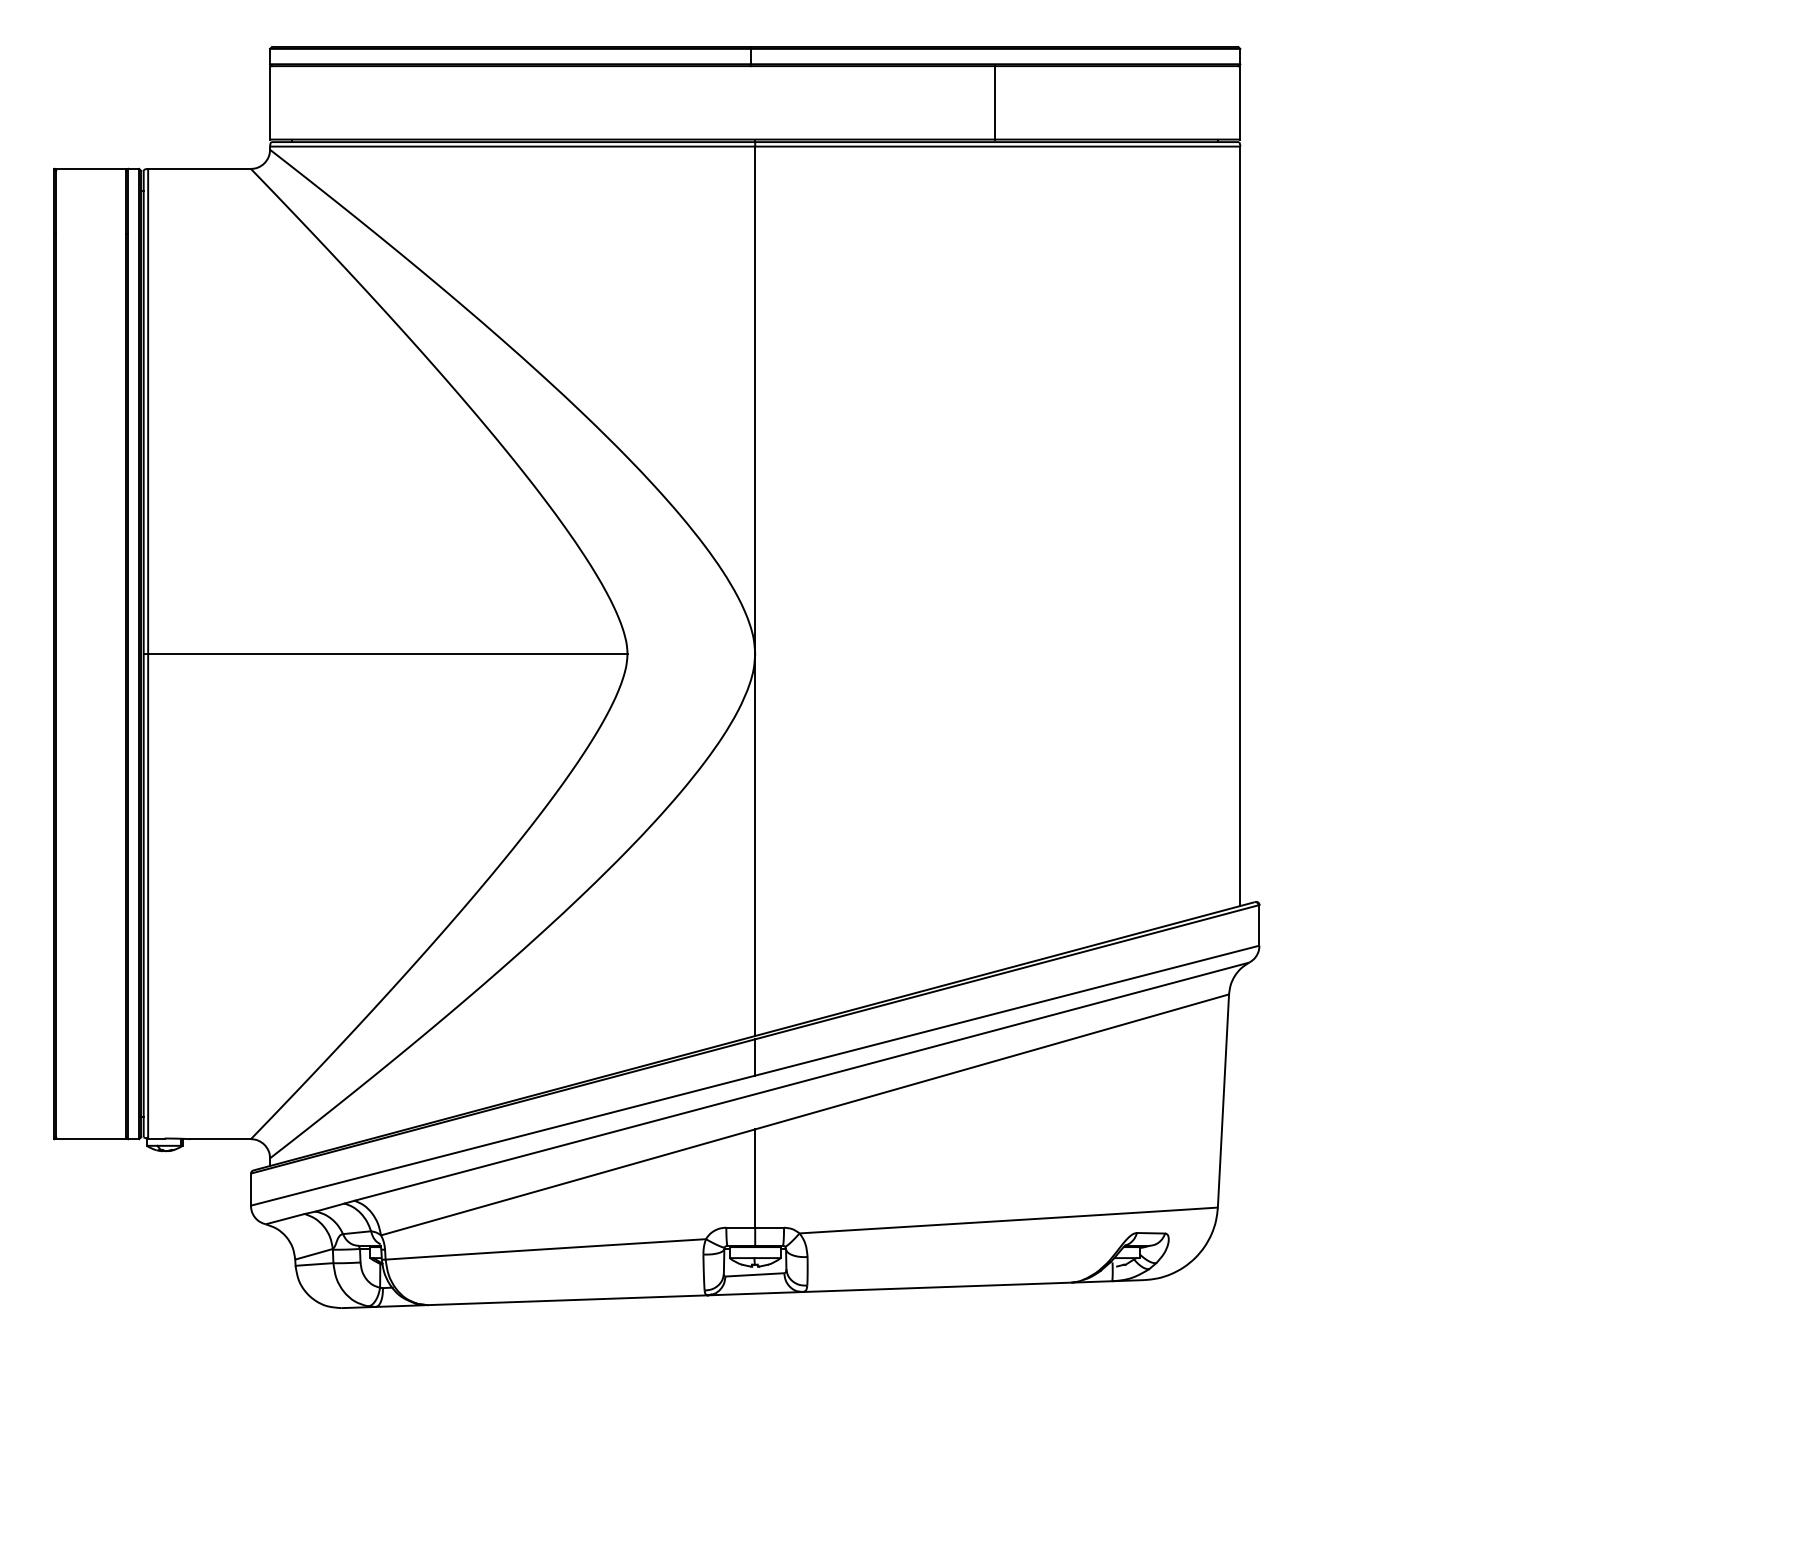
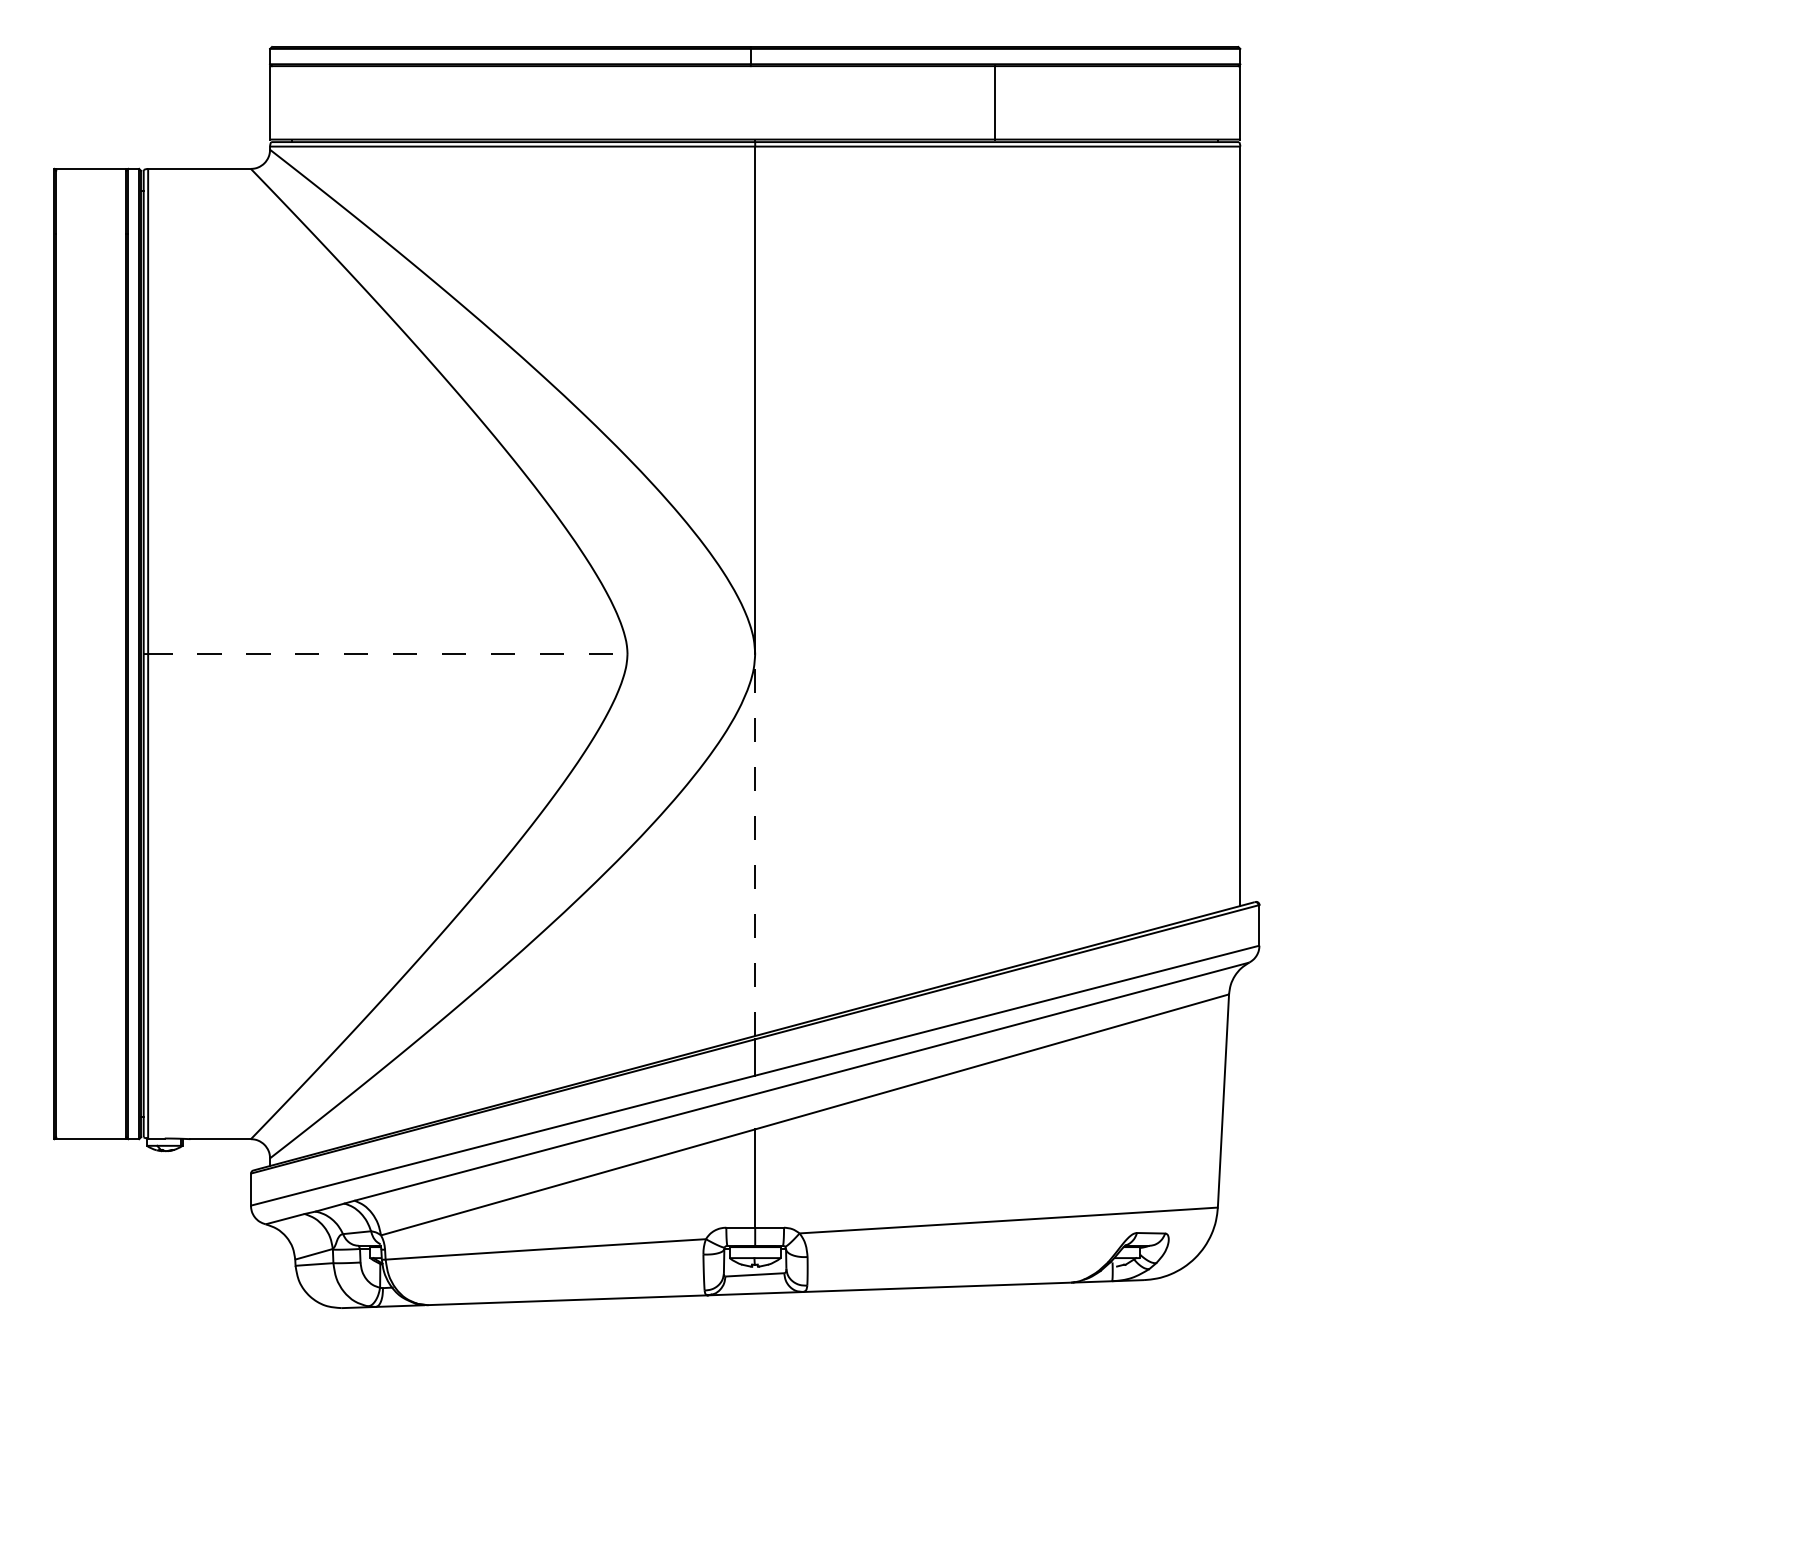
line at (387, 654): solid -> dashed
line at (755, 845): solid -> dashed
